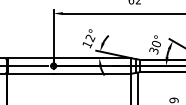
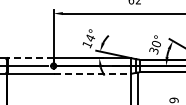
text at (90, 38): 12° -> 14°
line at (30, 58): solid -> dashed
line at (92, 73): solid -> dashed
